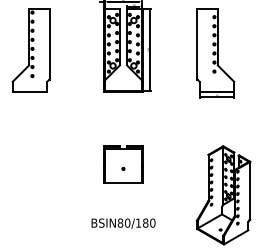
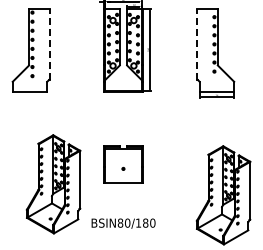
line at (49, 44): solid -> dashed
line at (196, 44): solid -> dashed
part at (53, 184): none -> present
